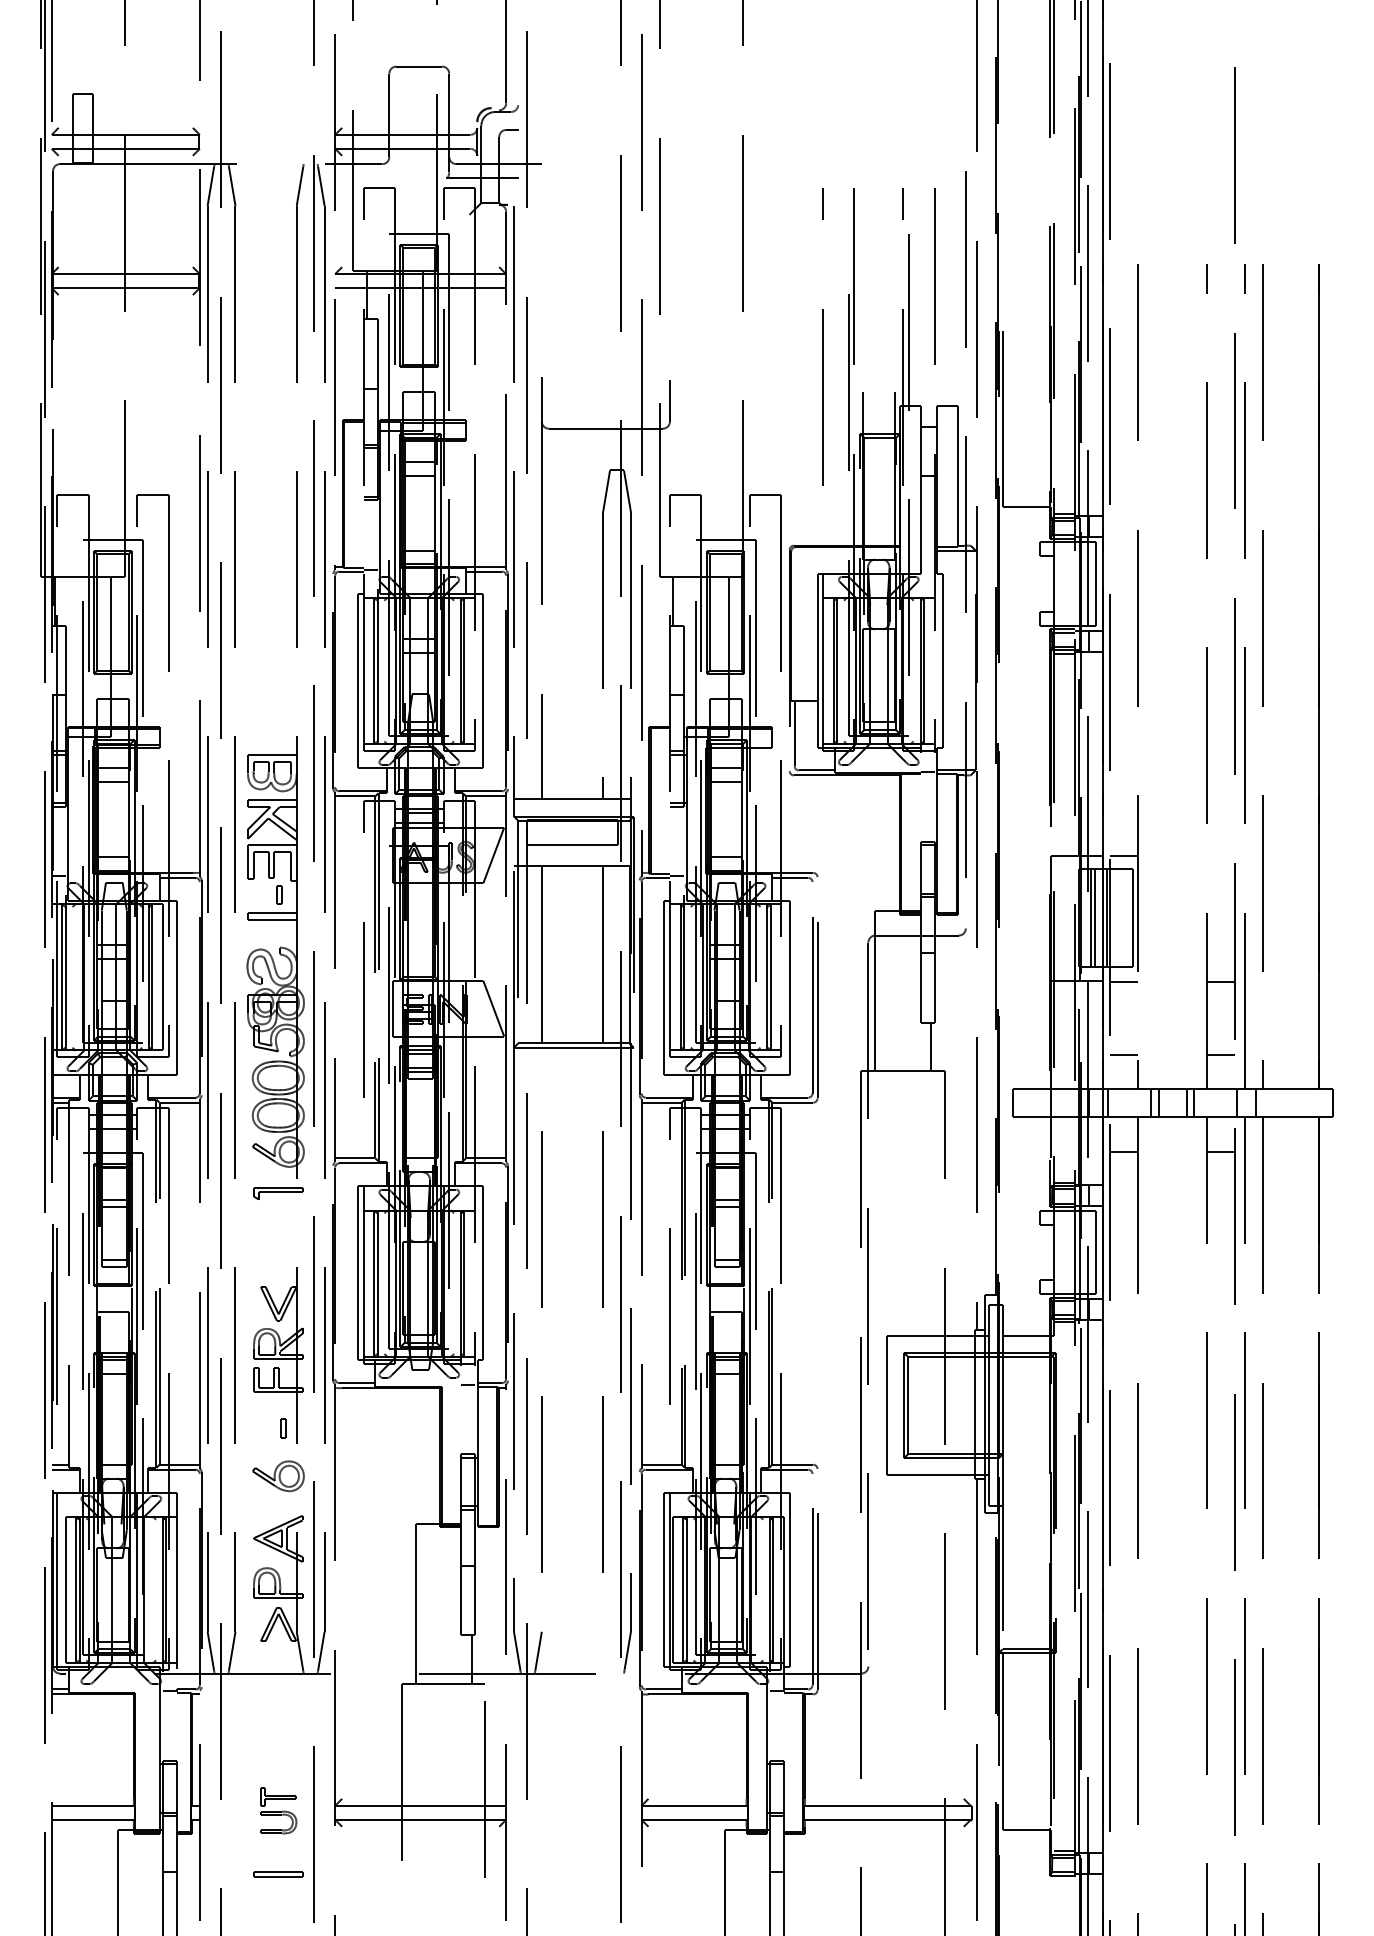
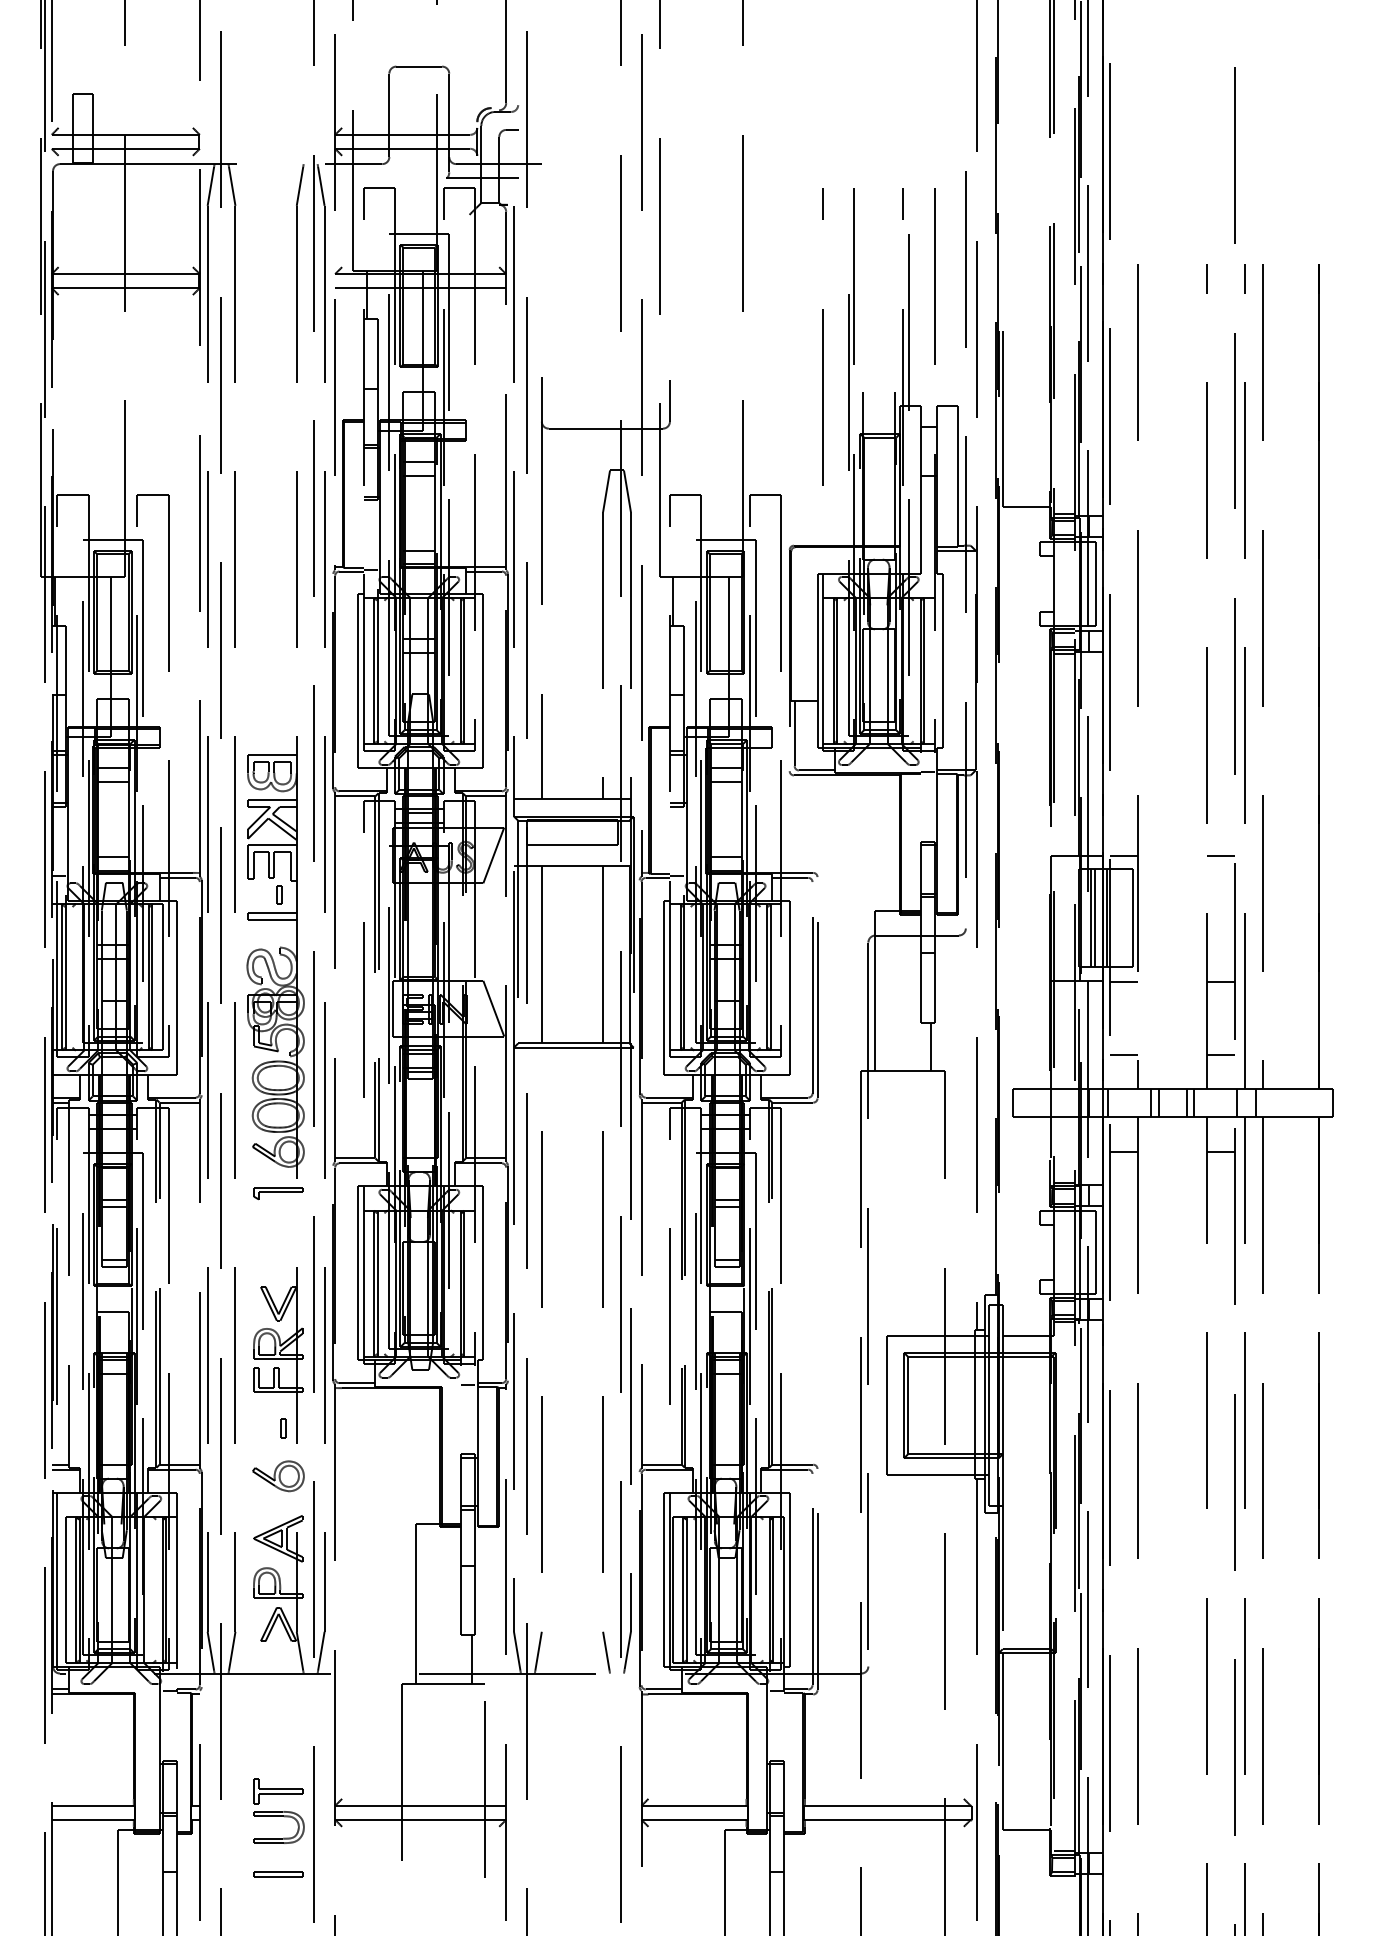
line at (1221, 856): none -> present
line at (606, 1652): none -> present
part at (278, 1810) size: 38x48 px -> 52x66 px
